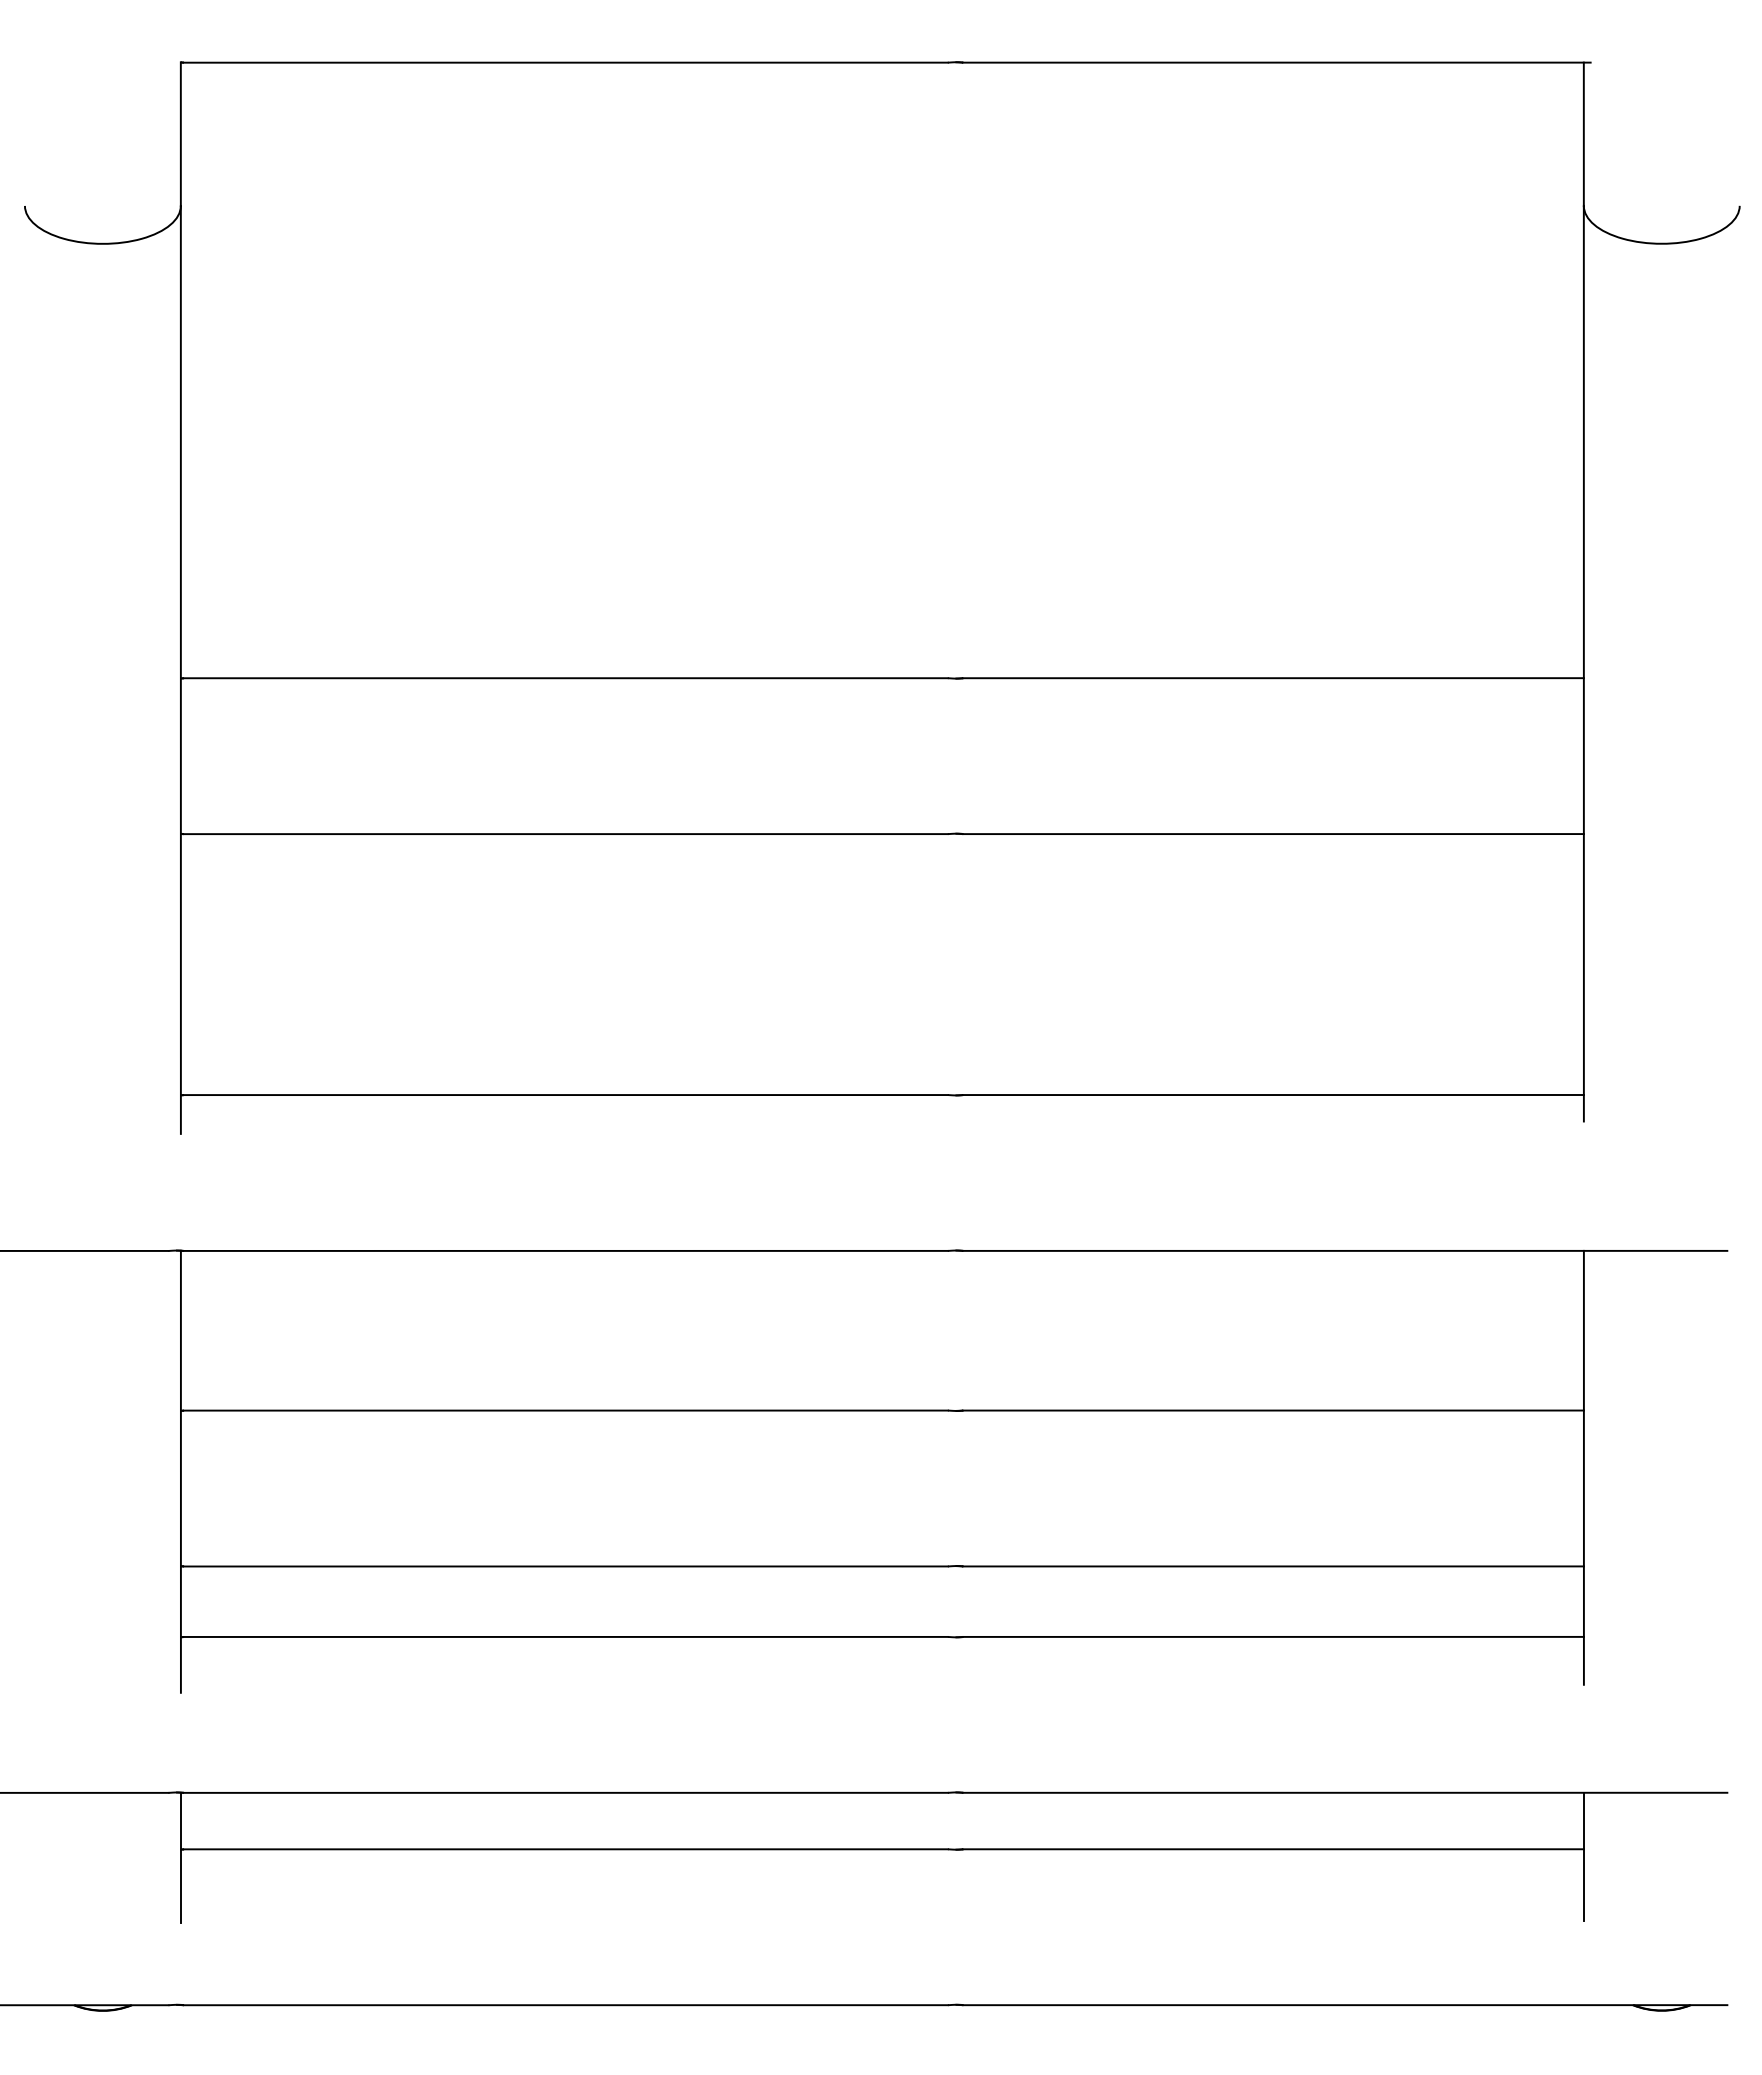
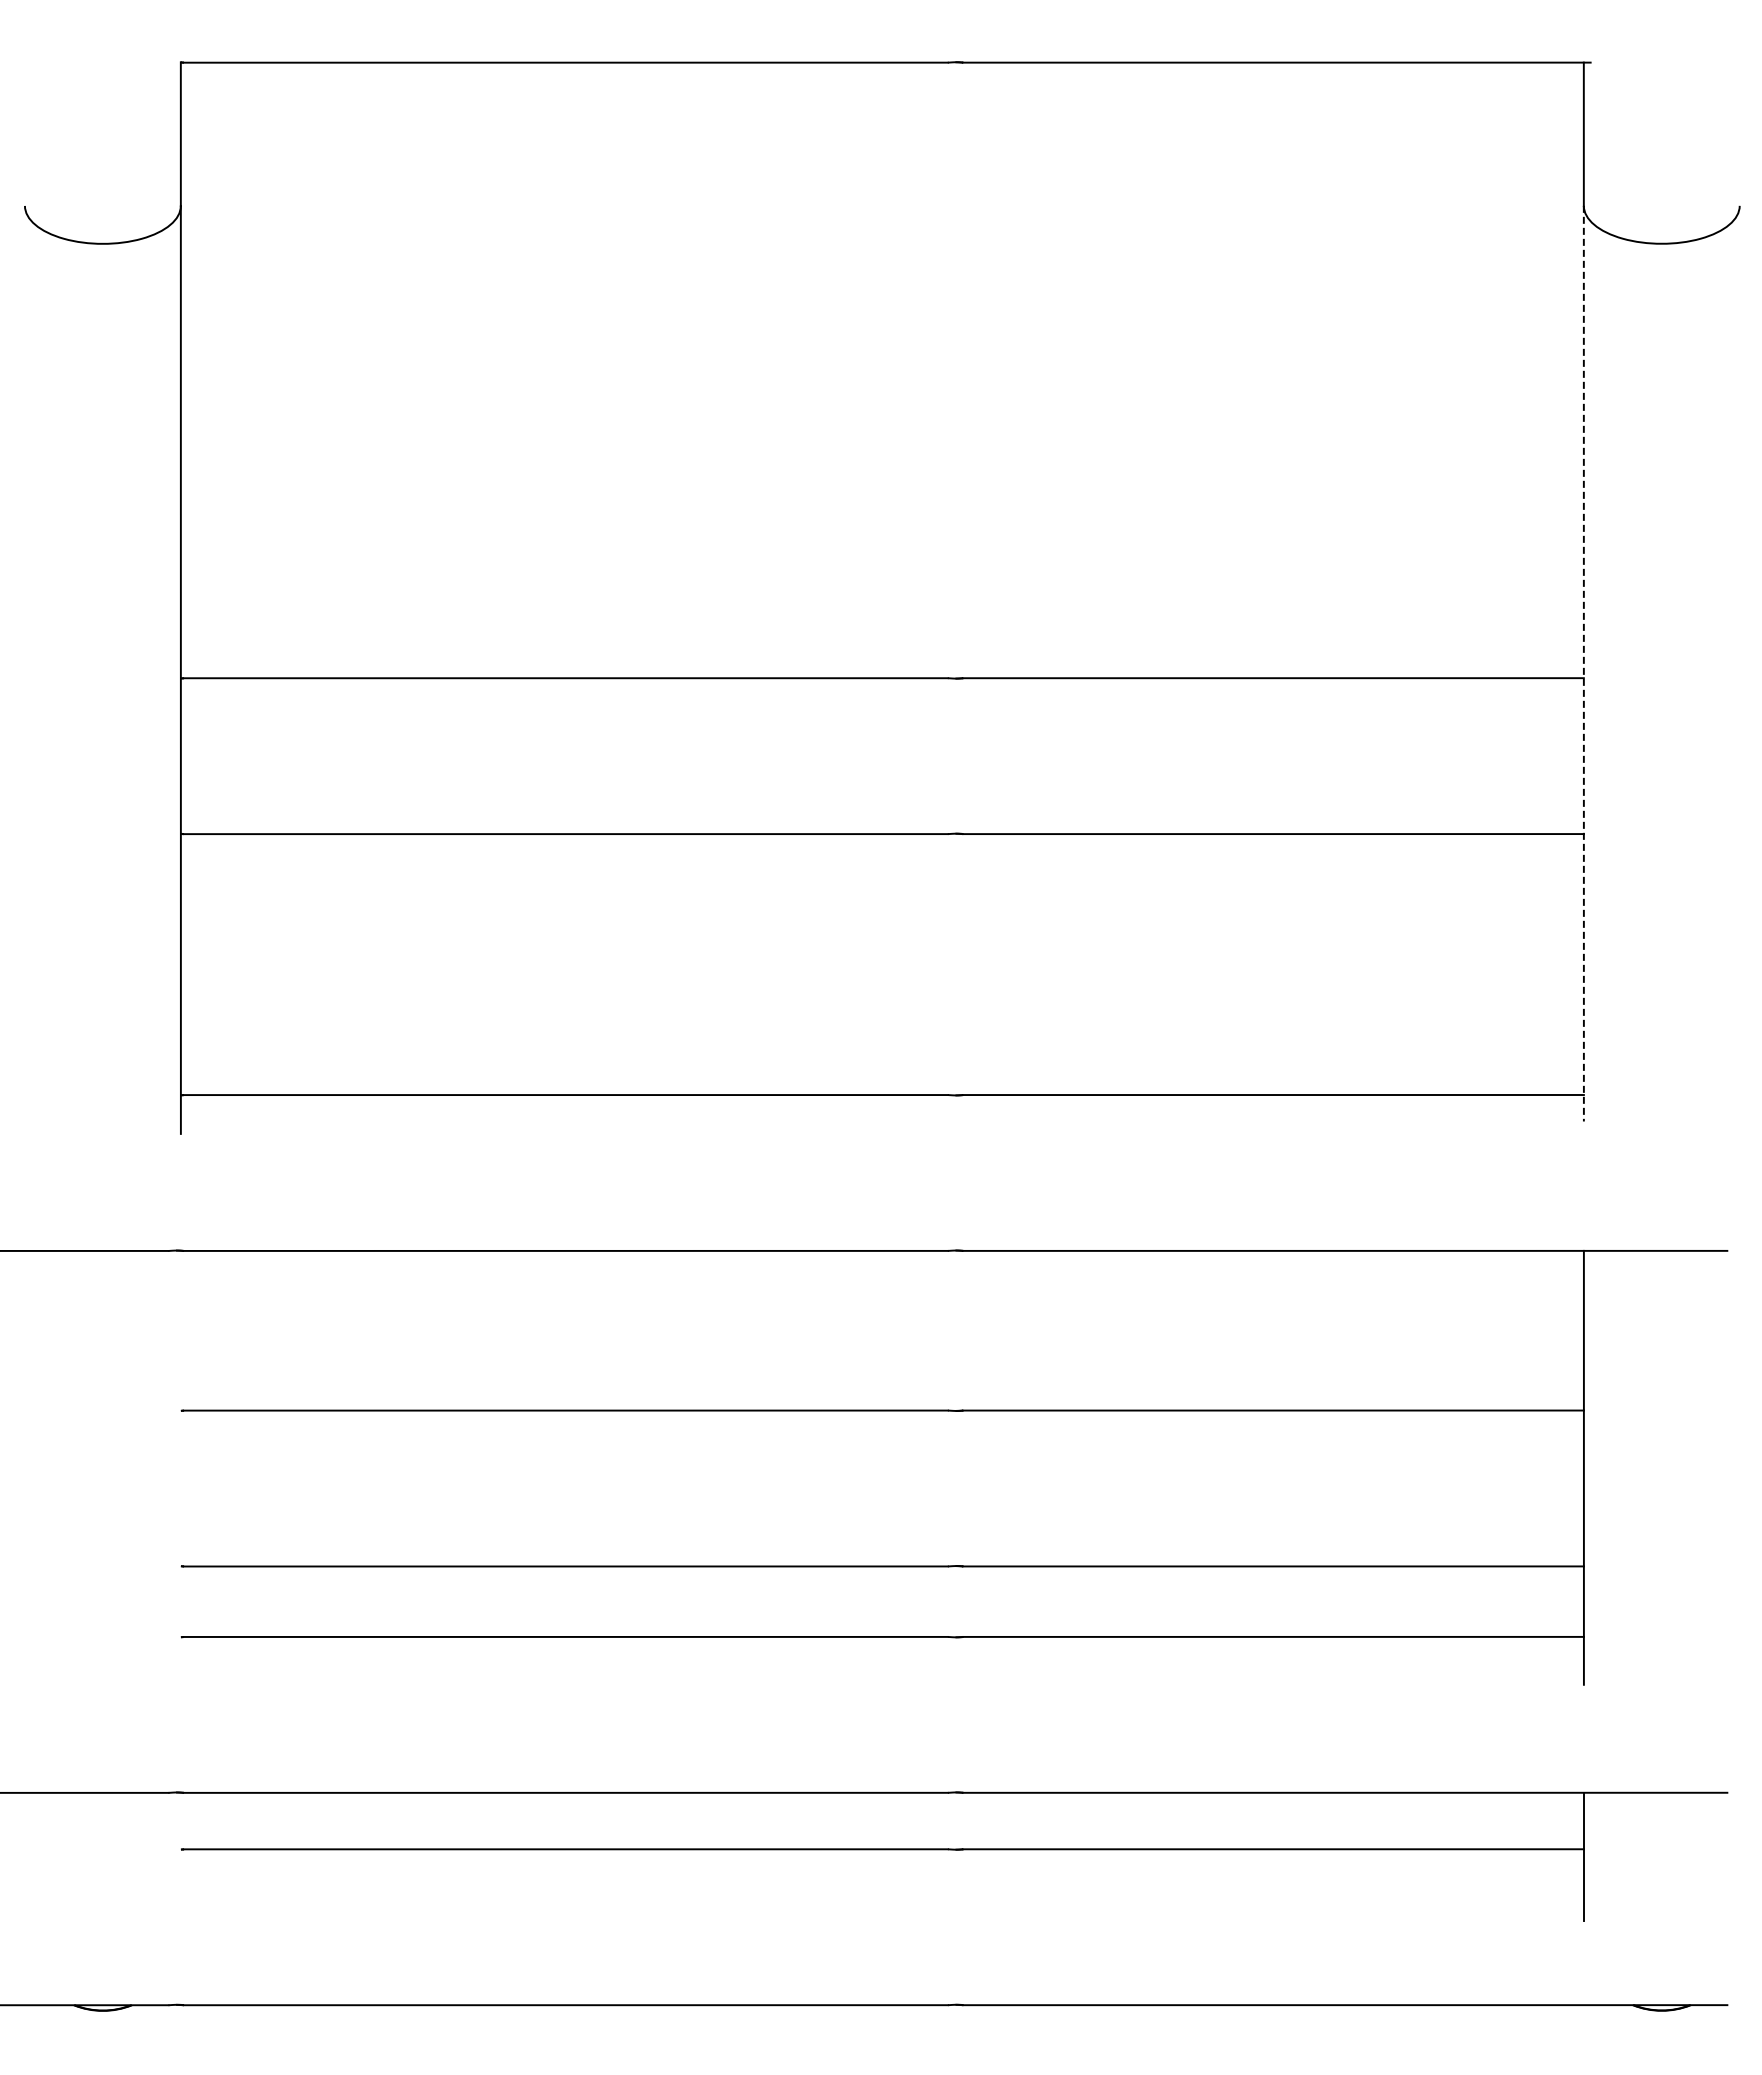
line at (1583, 663): solid -> dashed
line at (180, 1471): present -> none
line at (180, 1857): present -> none
